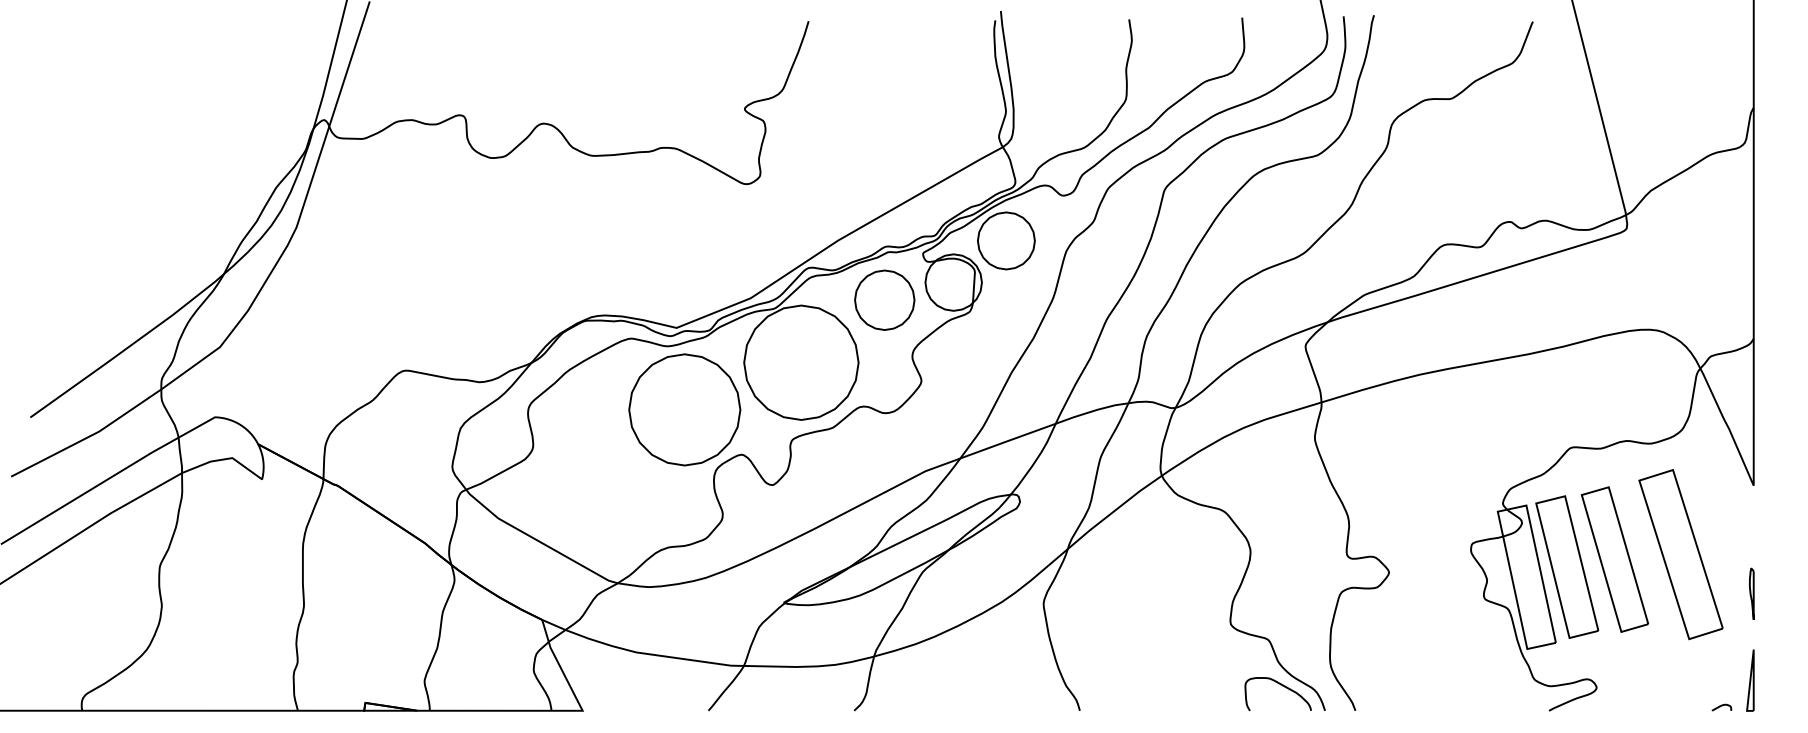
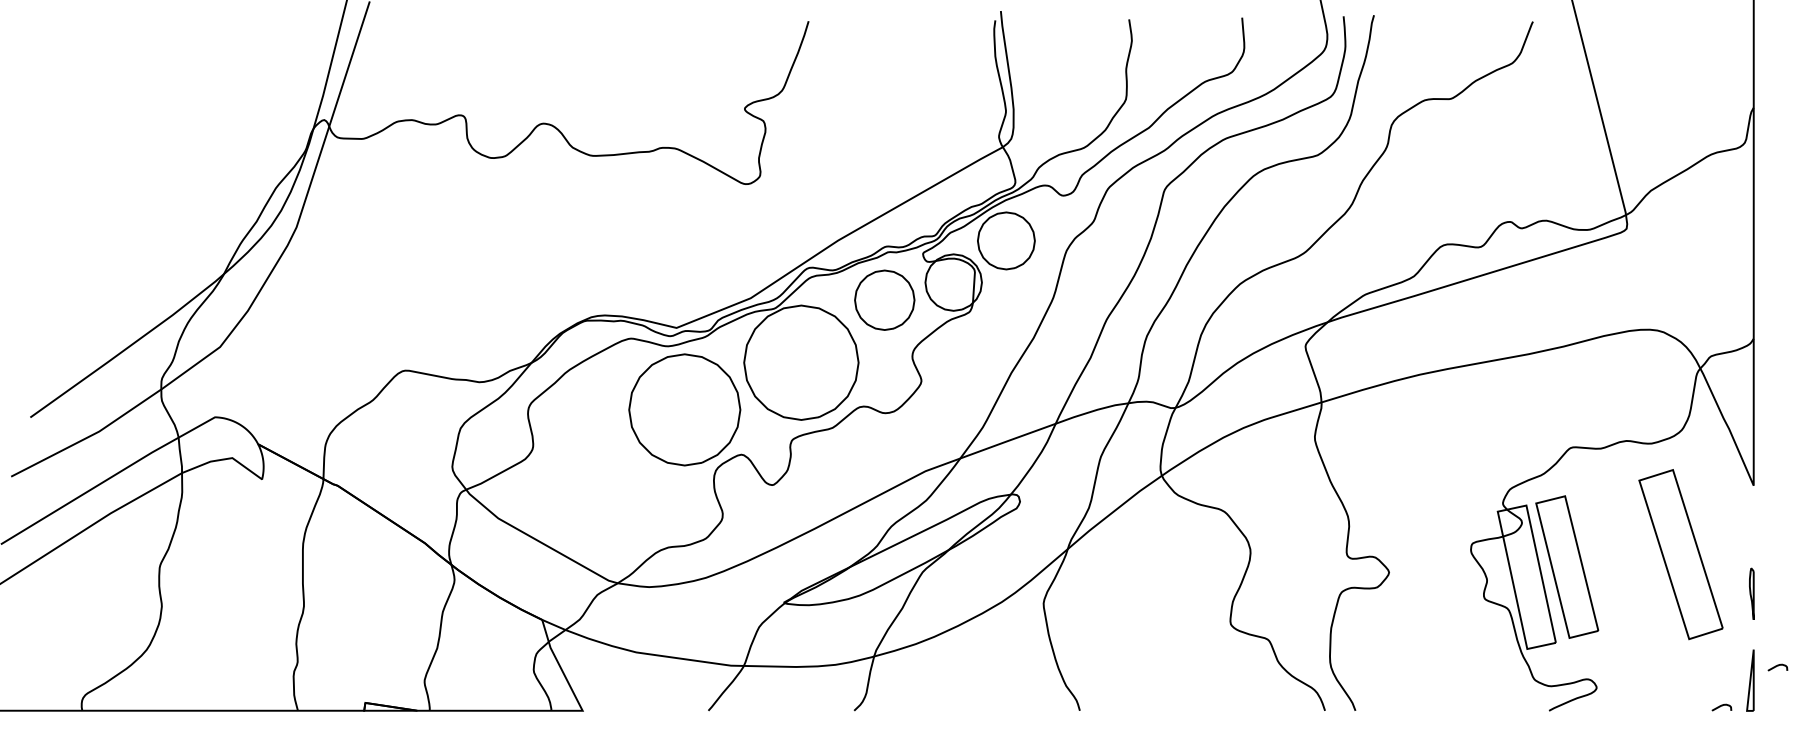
part at (1614, 559): present -> none
curve at (1777, 666): none -> present
curve at (1282, 686): present -> none
